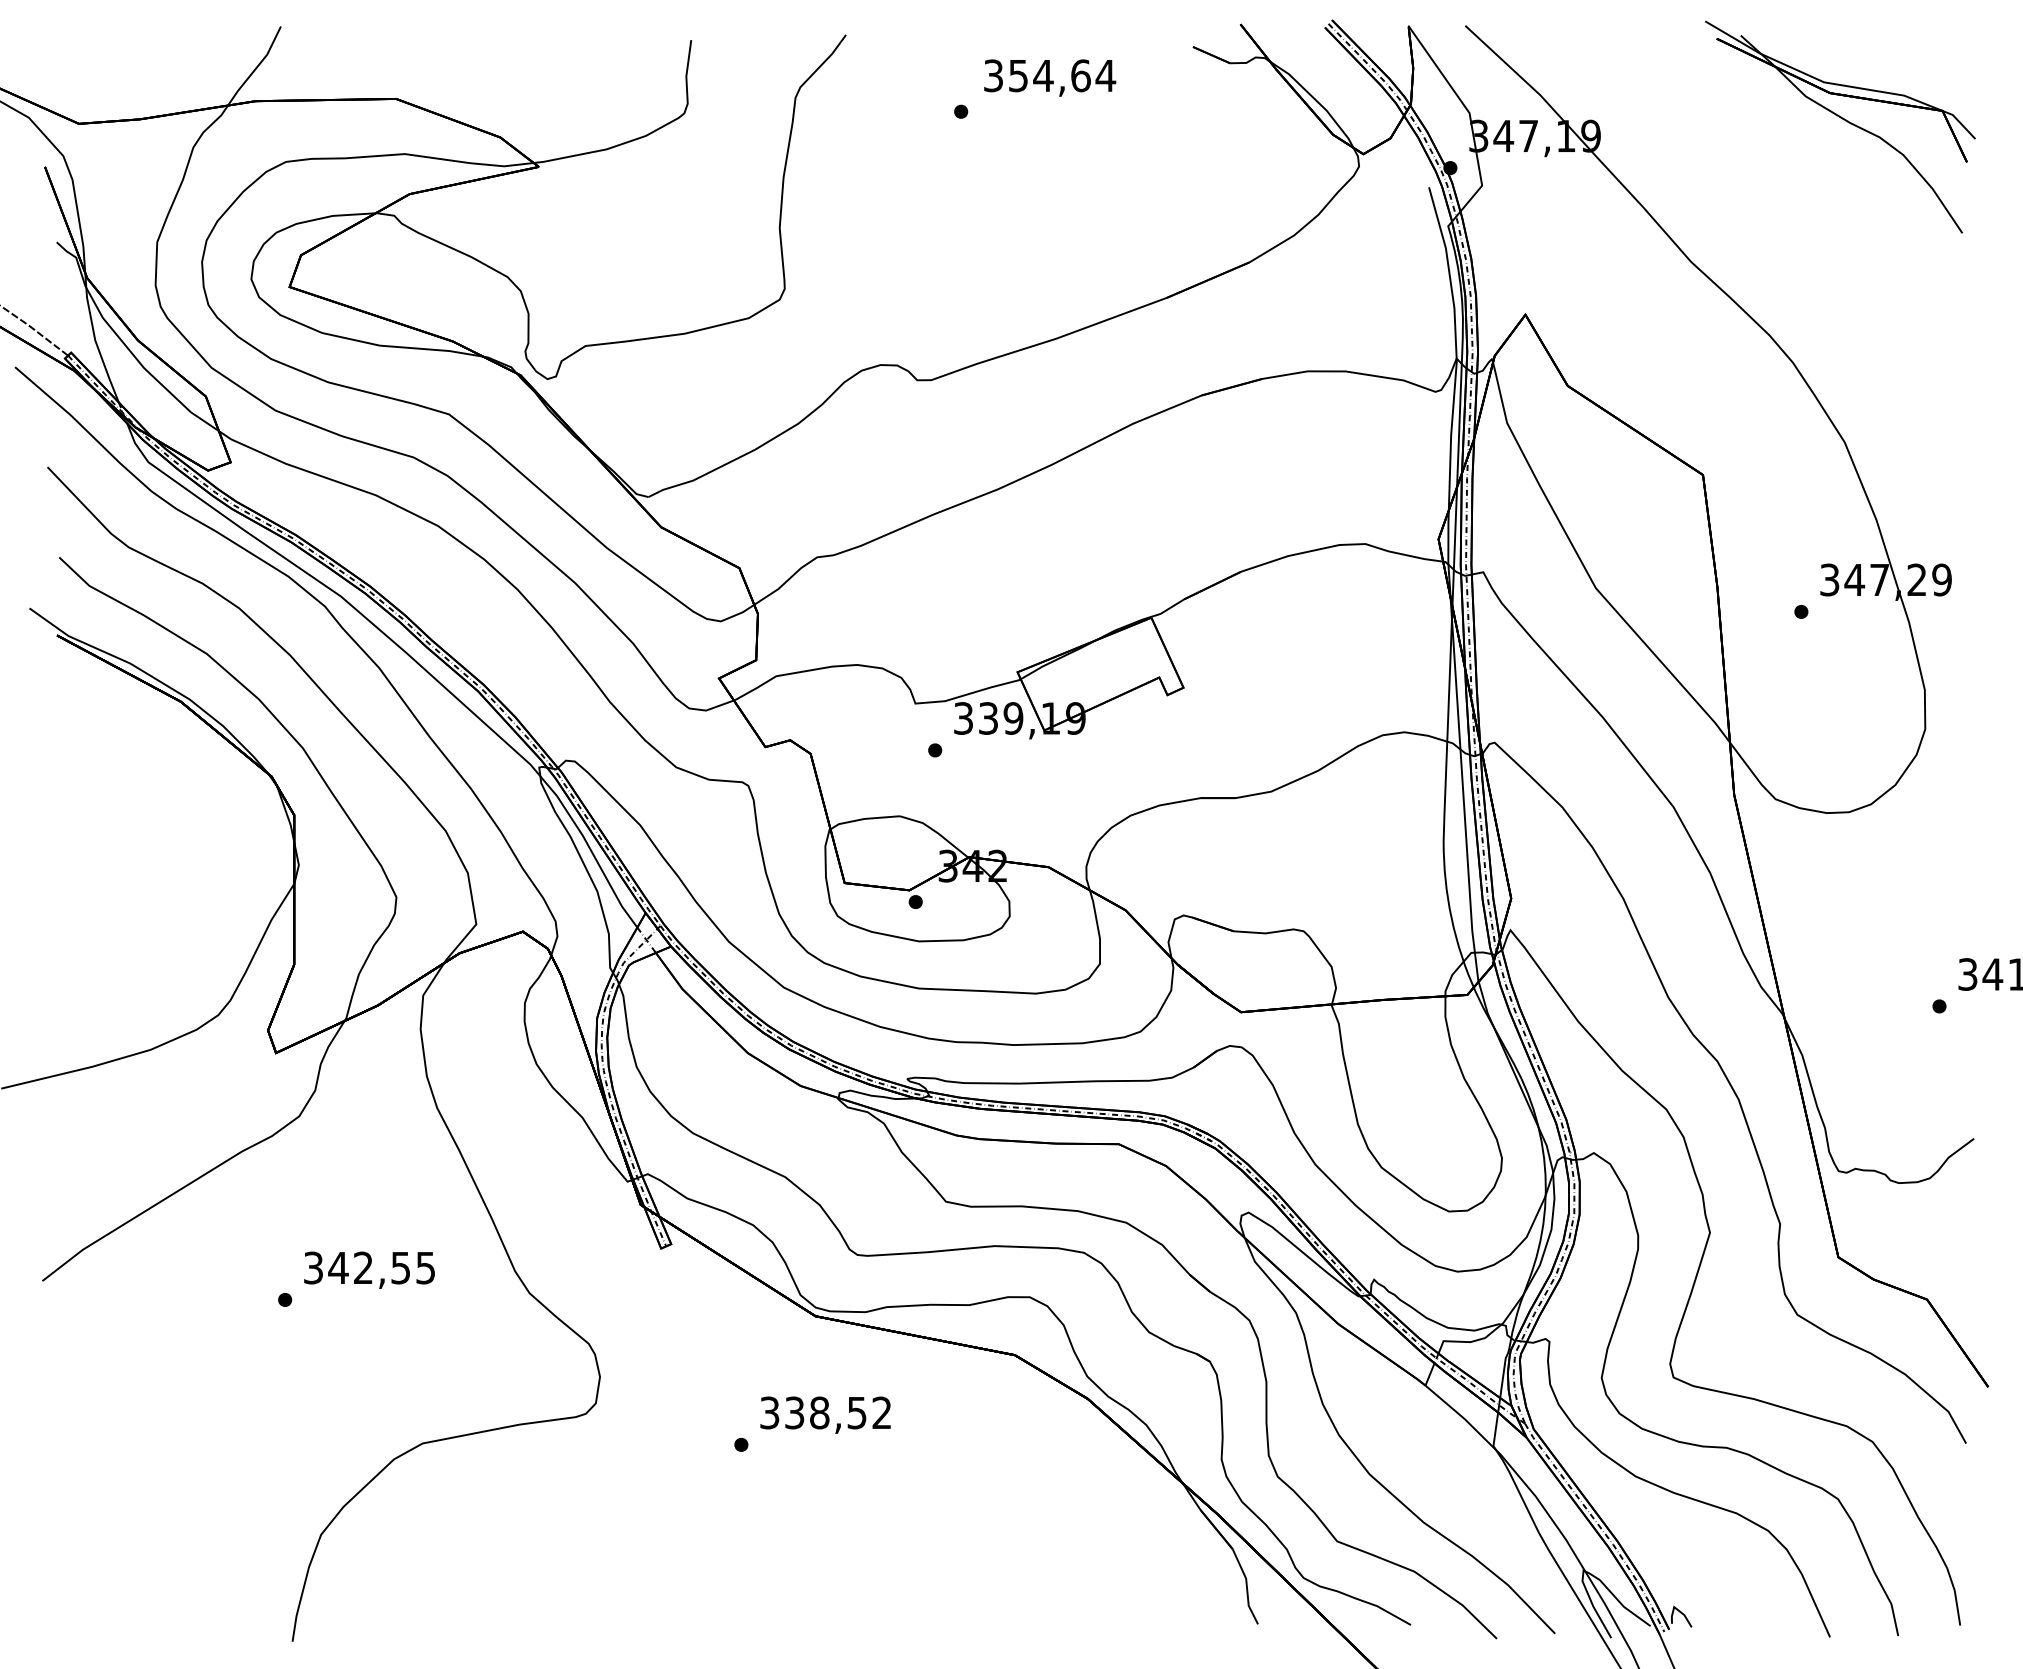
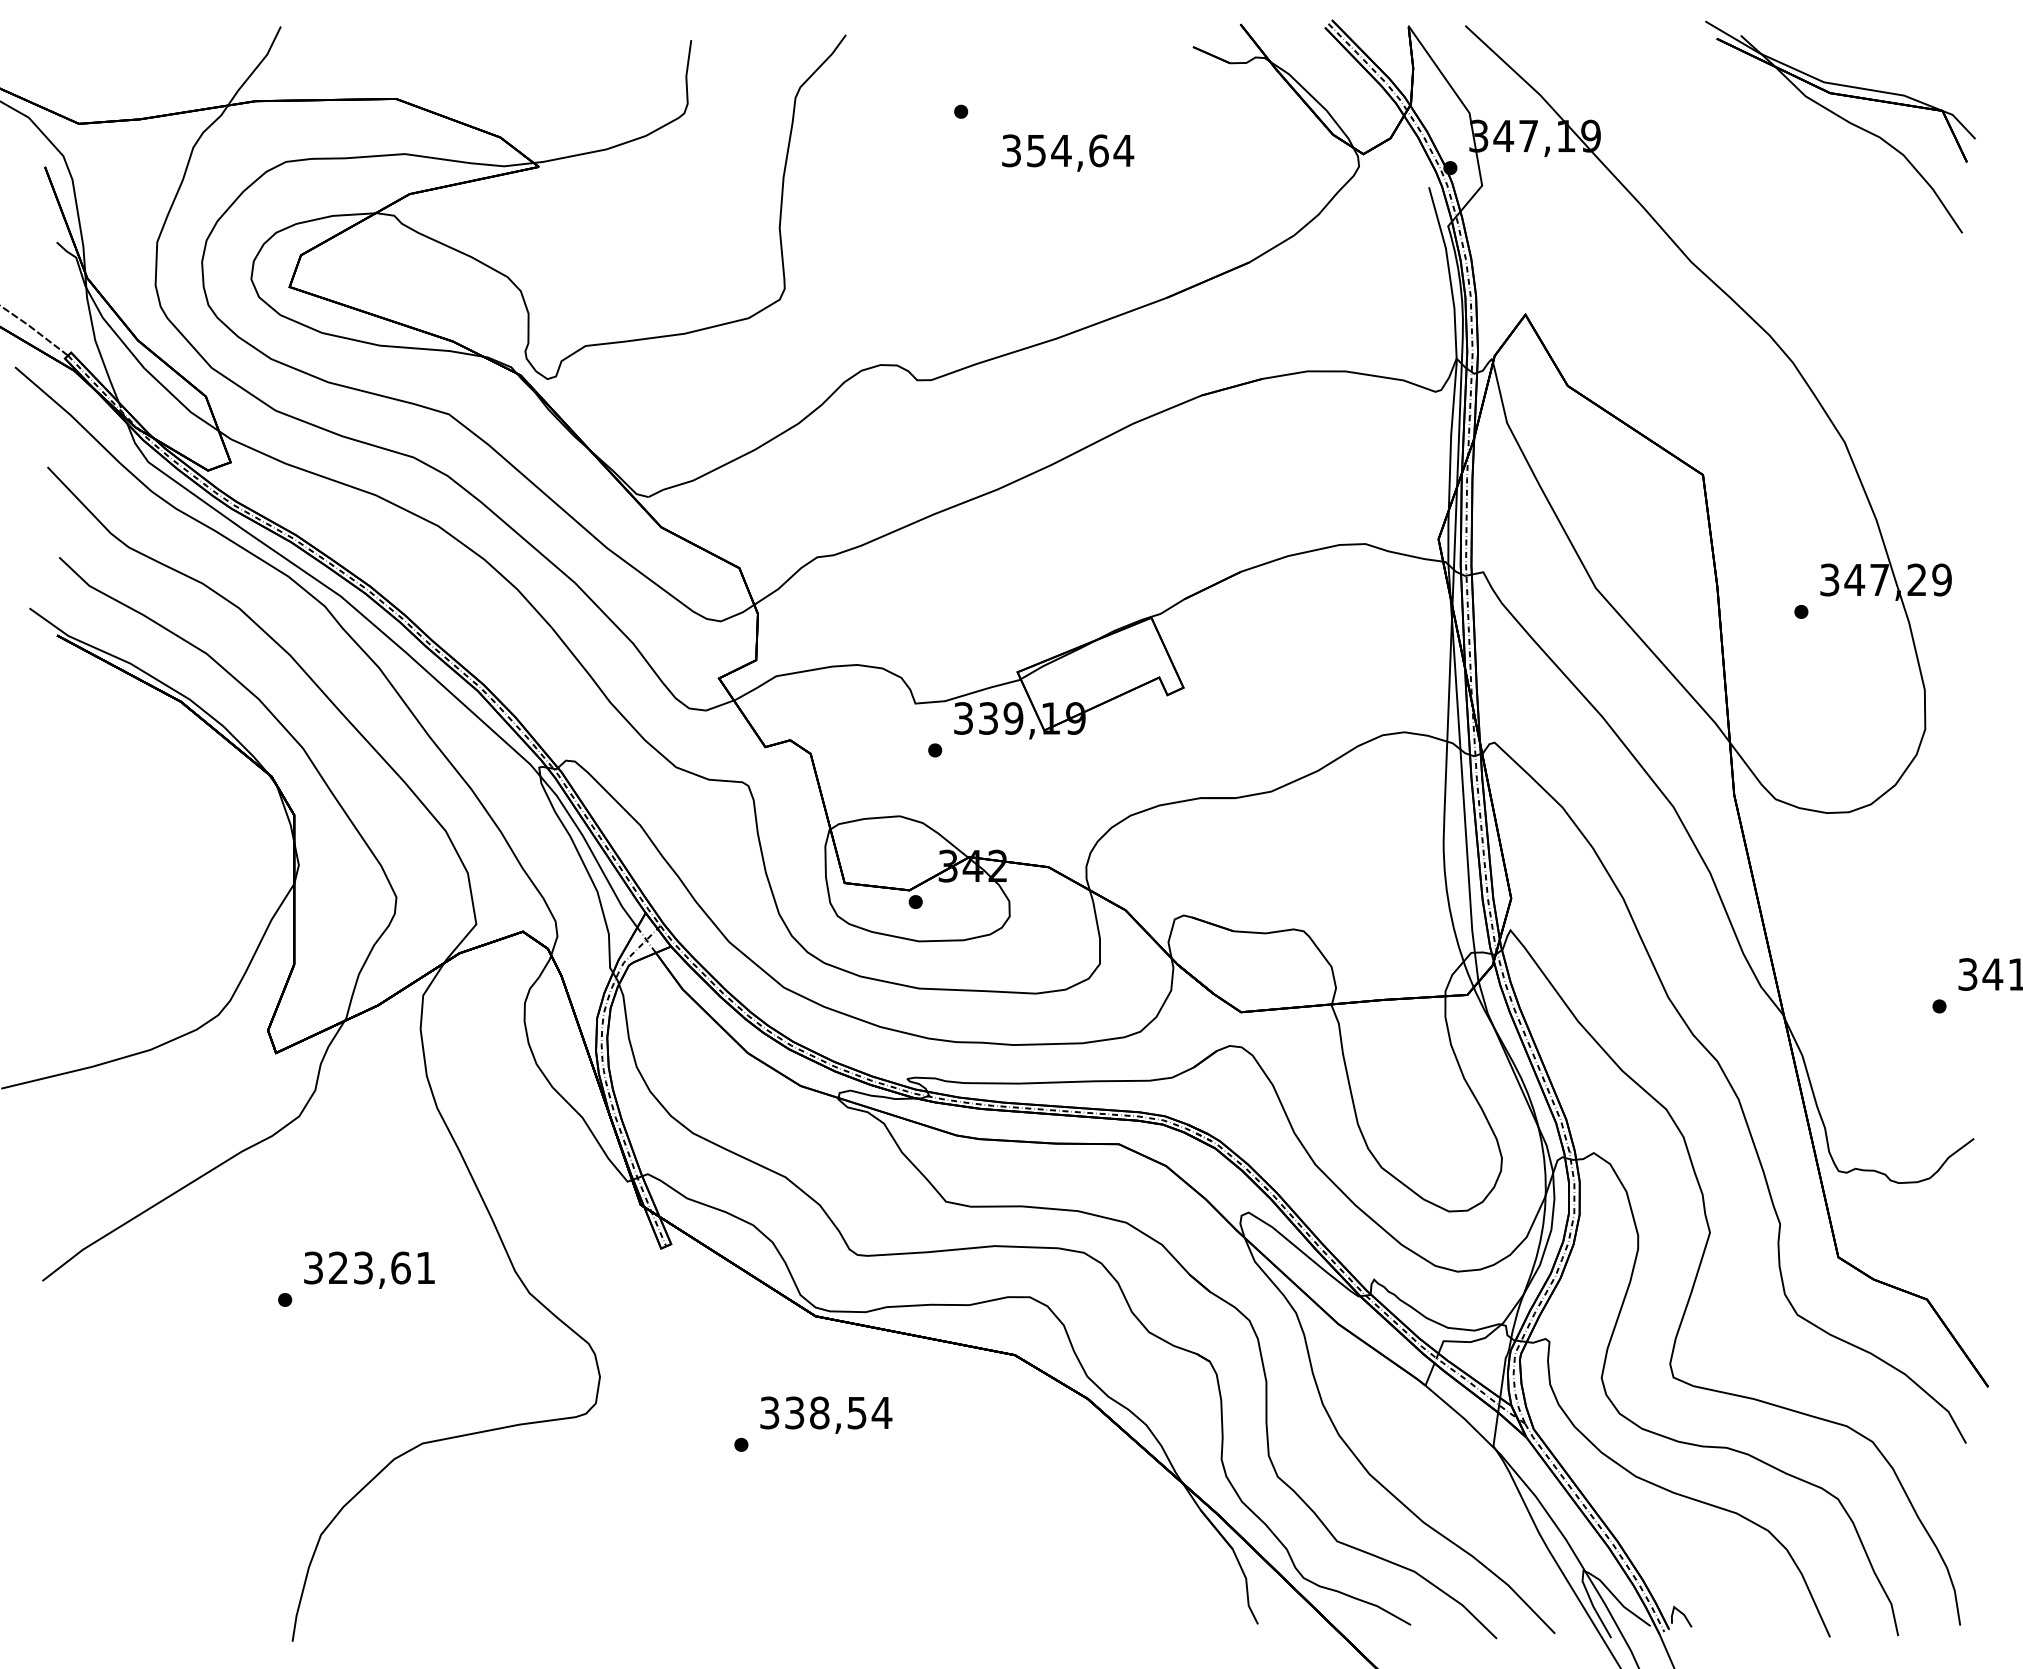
text at (1050, 77) position: (1050, 77) -> (1068, 152)
text at (381, 1267): 342,55 -> 323,61
text at (881, 1412): 338,52 -> 338,54
